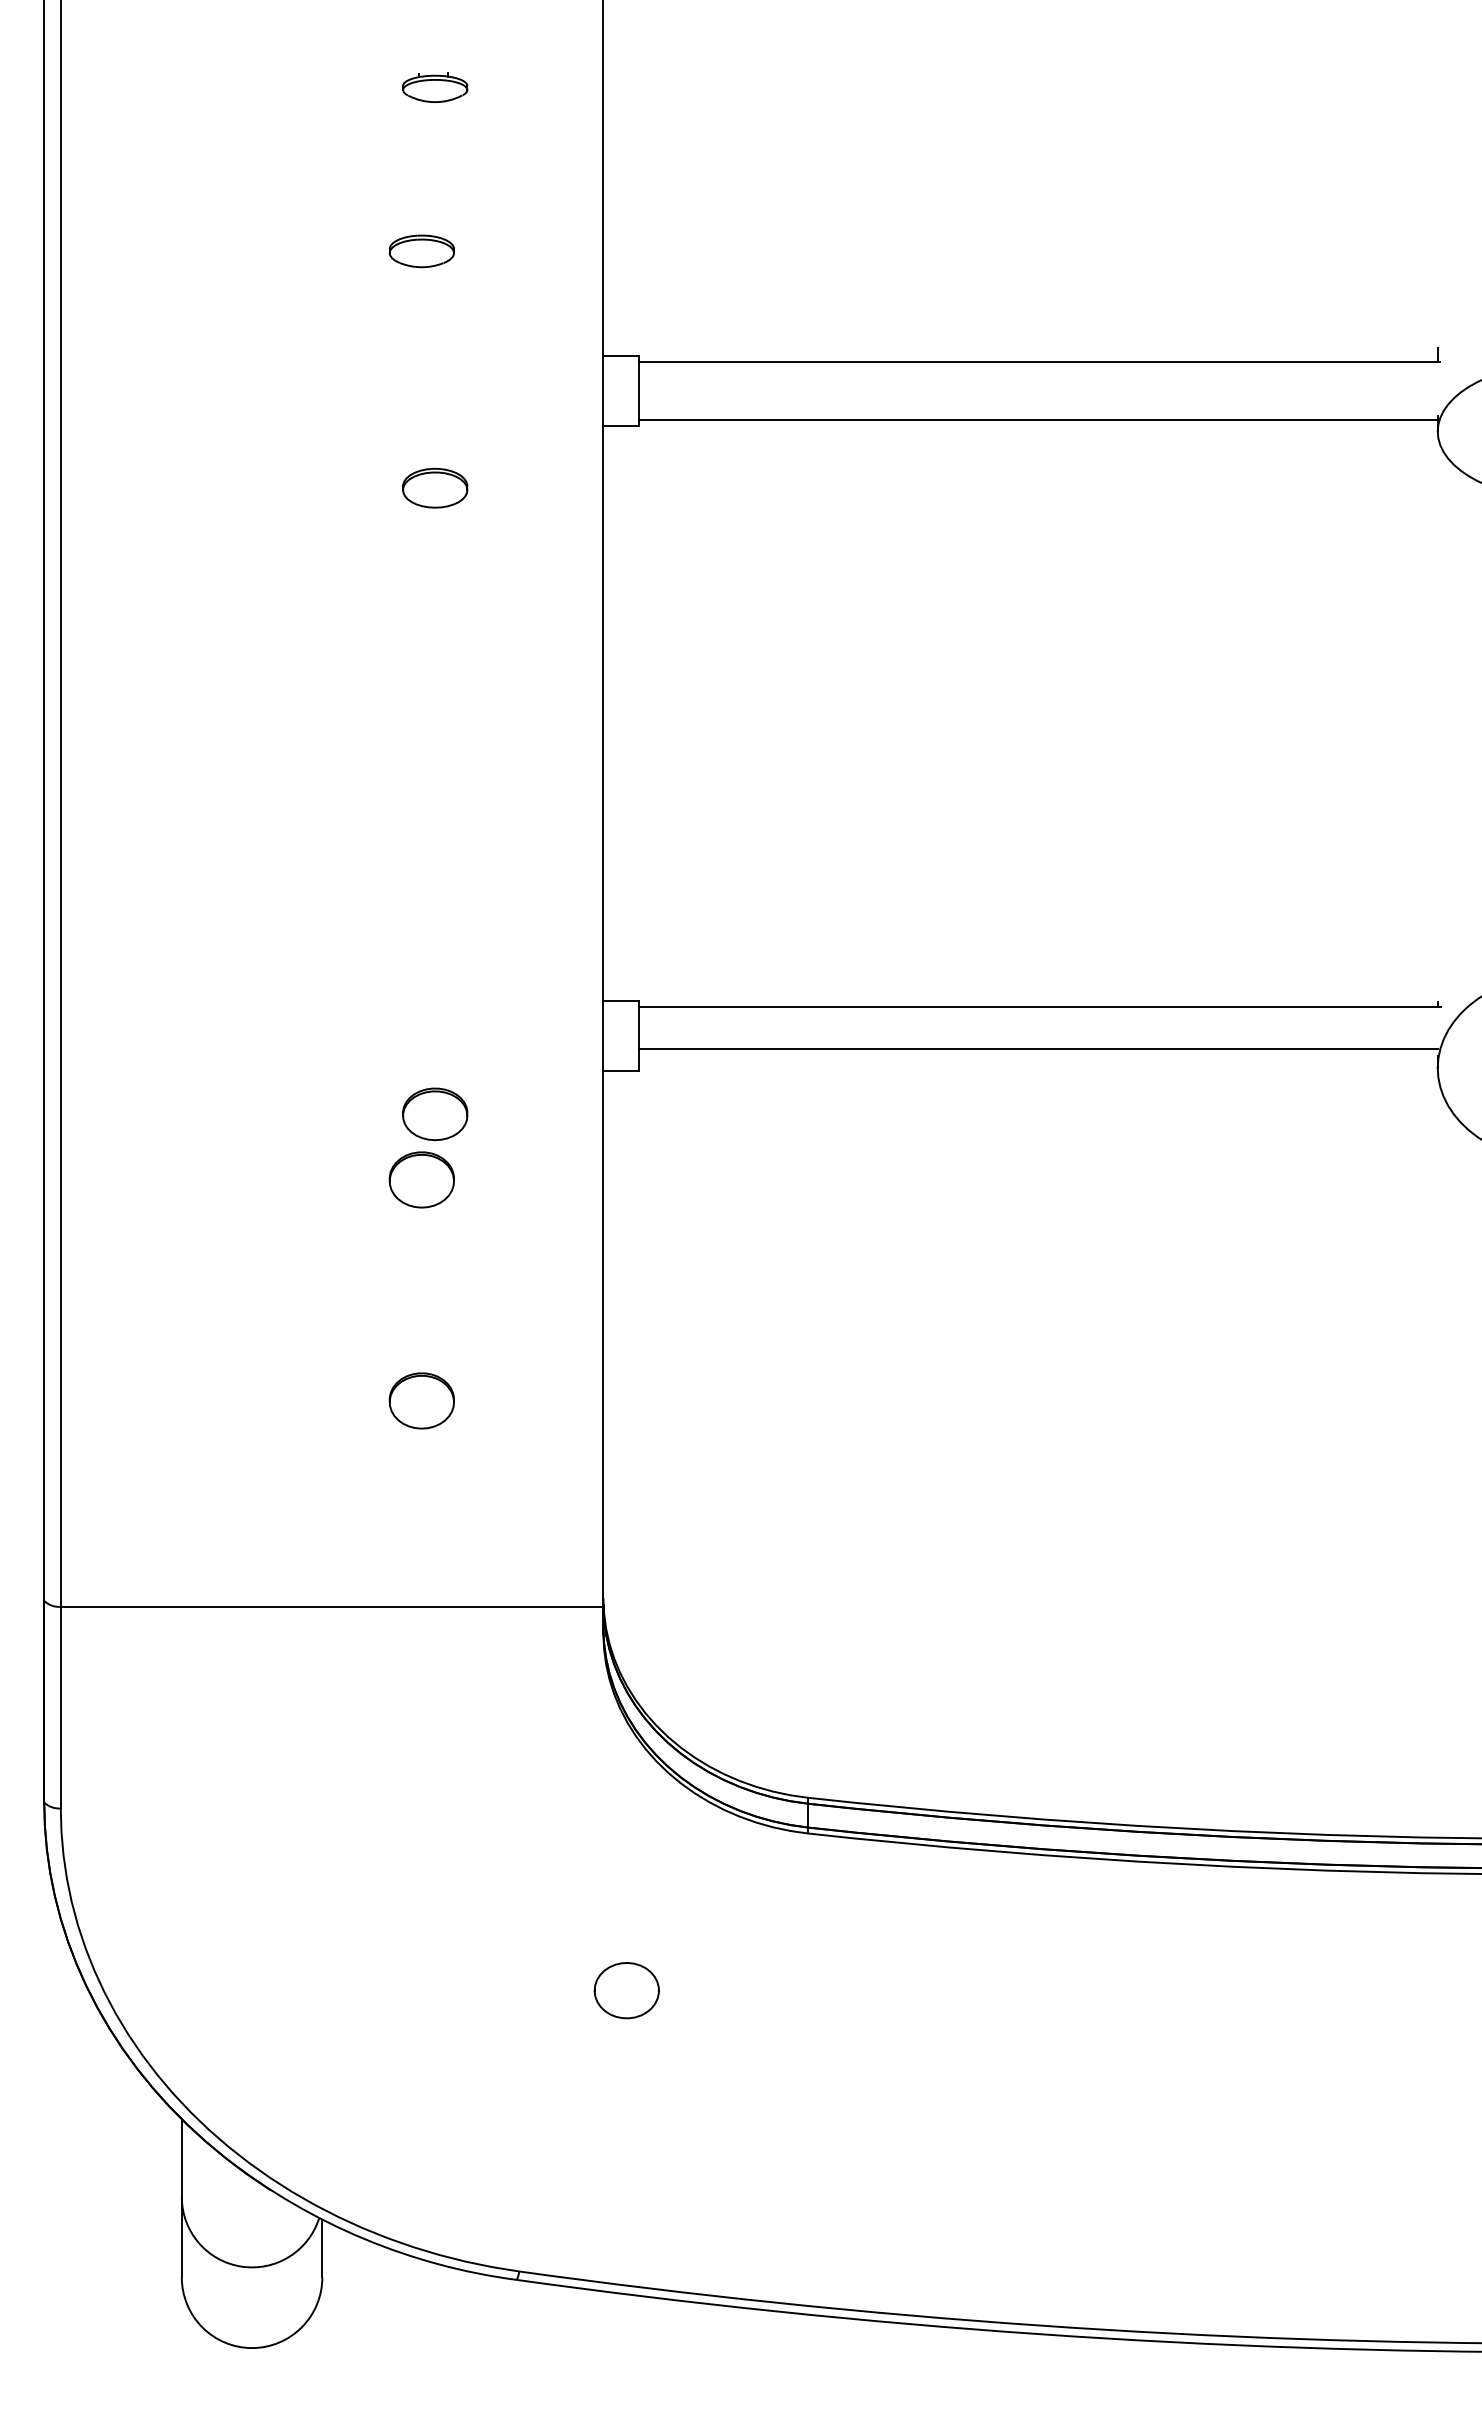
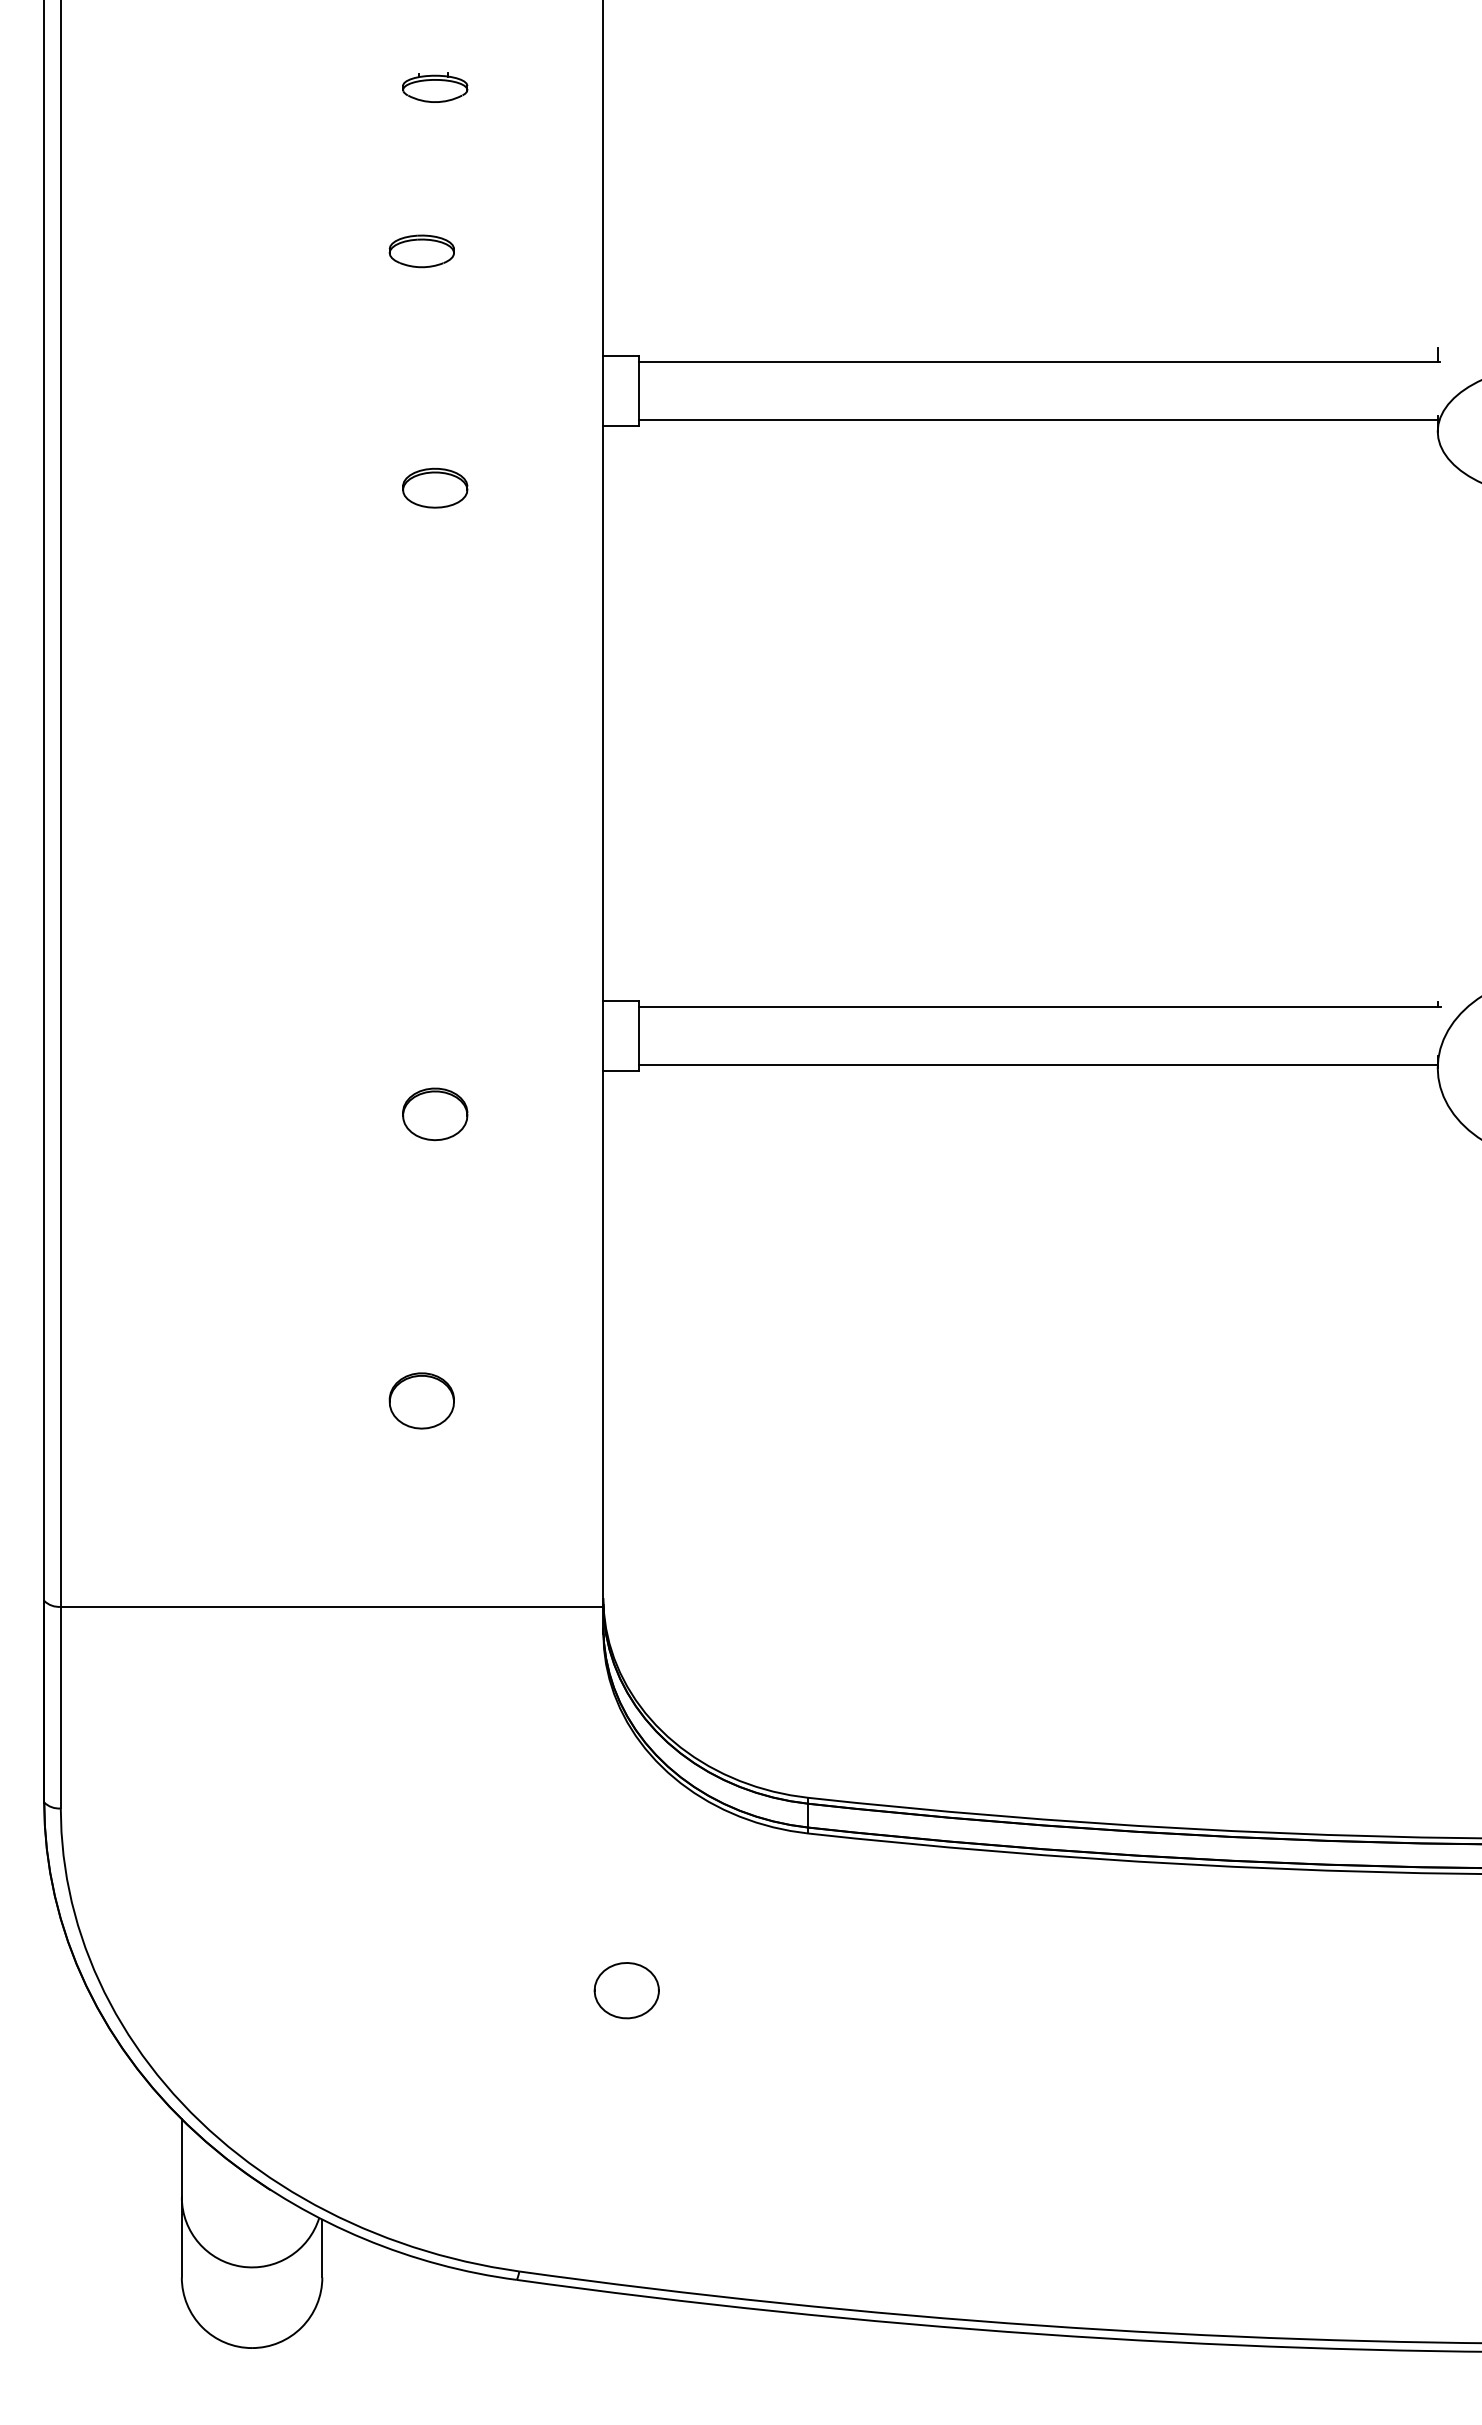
line at (1037, 1049) position: (1037, 1049) -> (1037, 1065)
part at (421, 1179): present -> none
